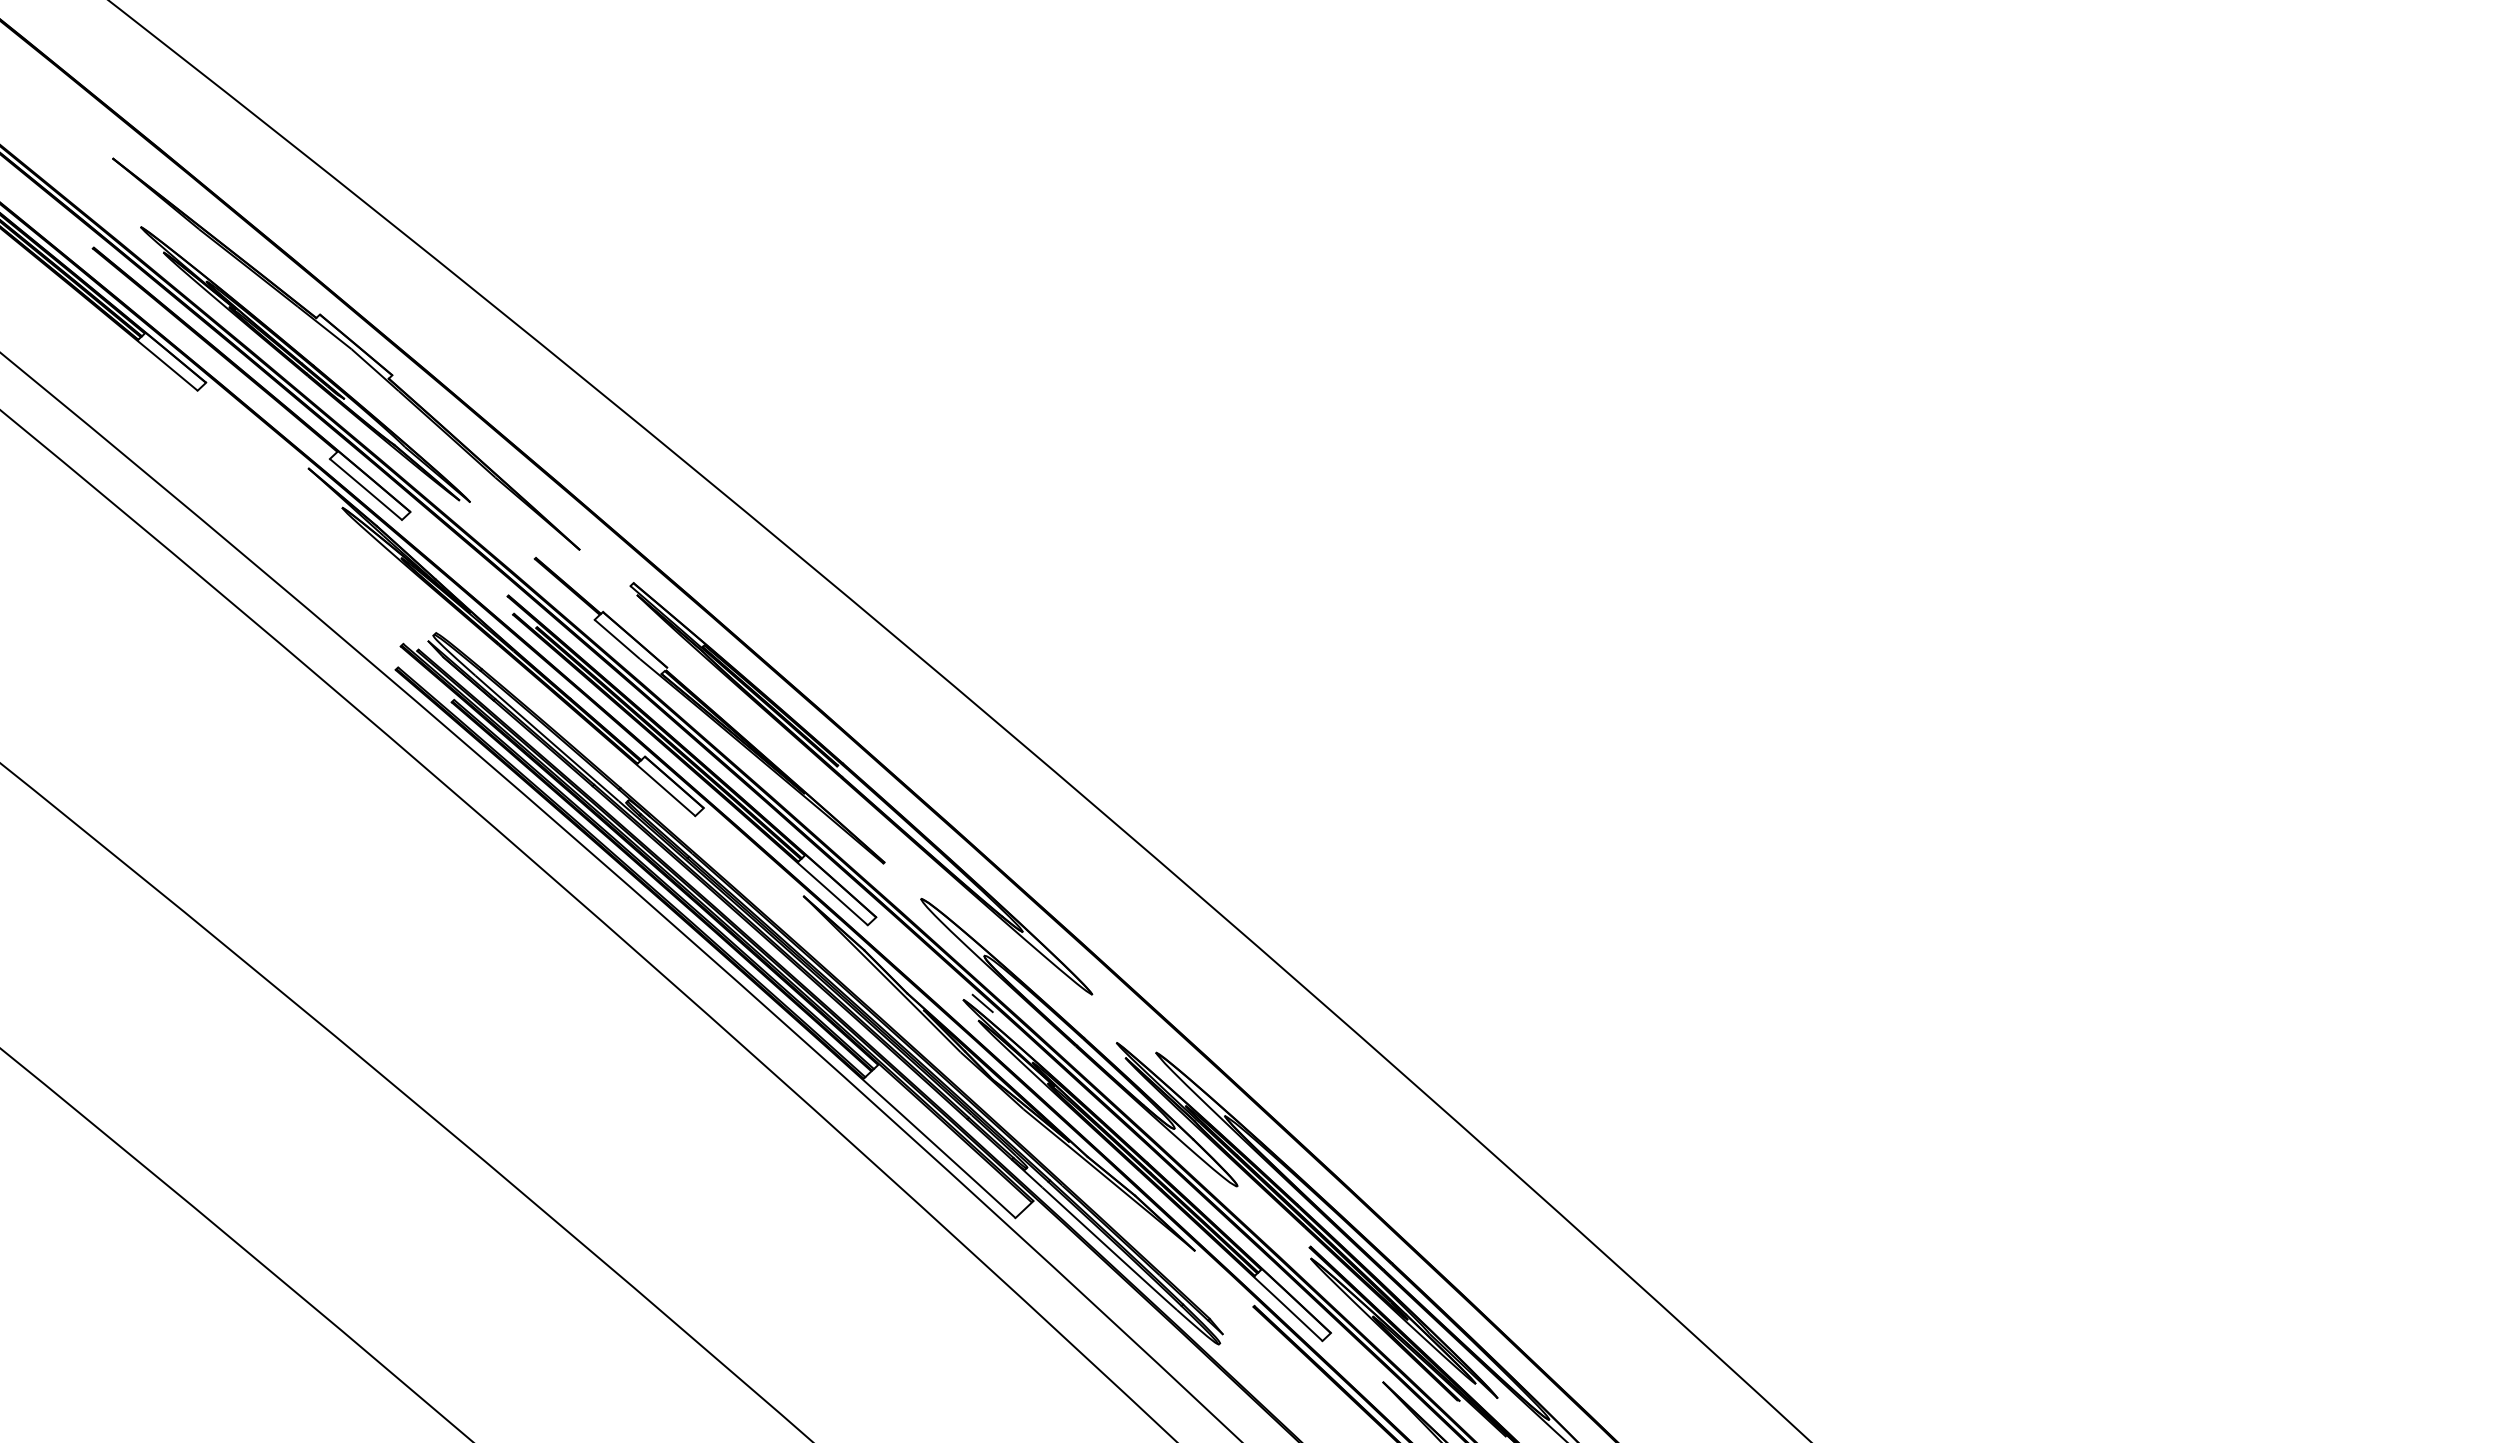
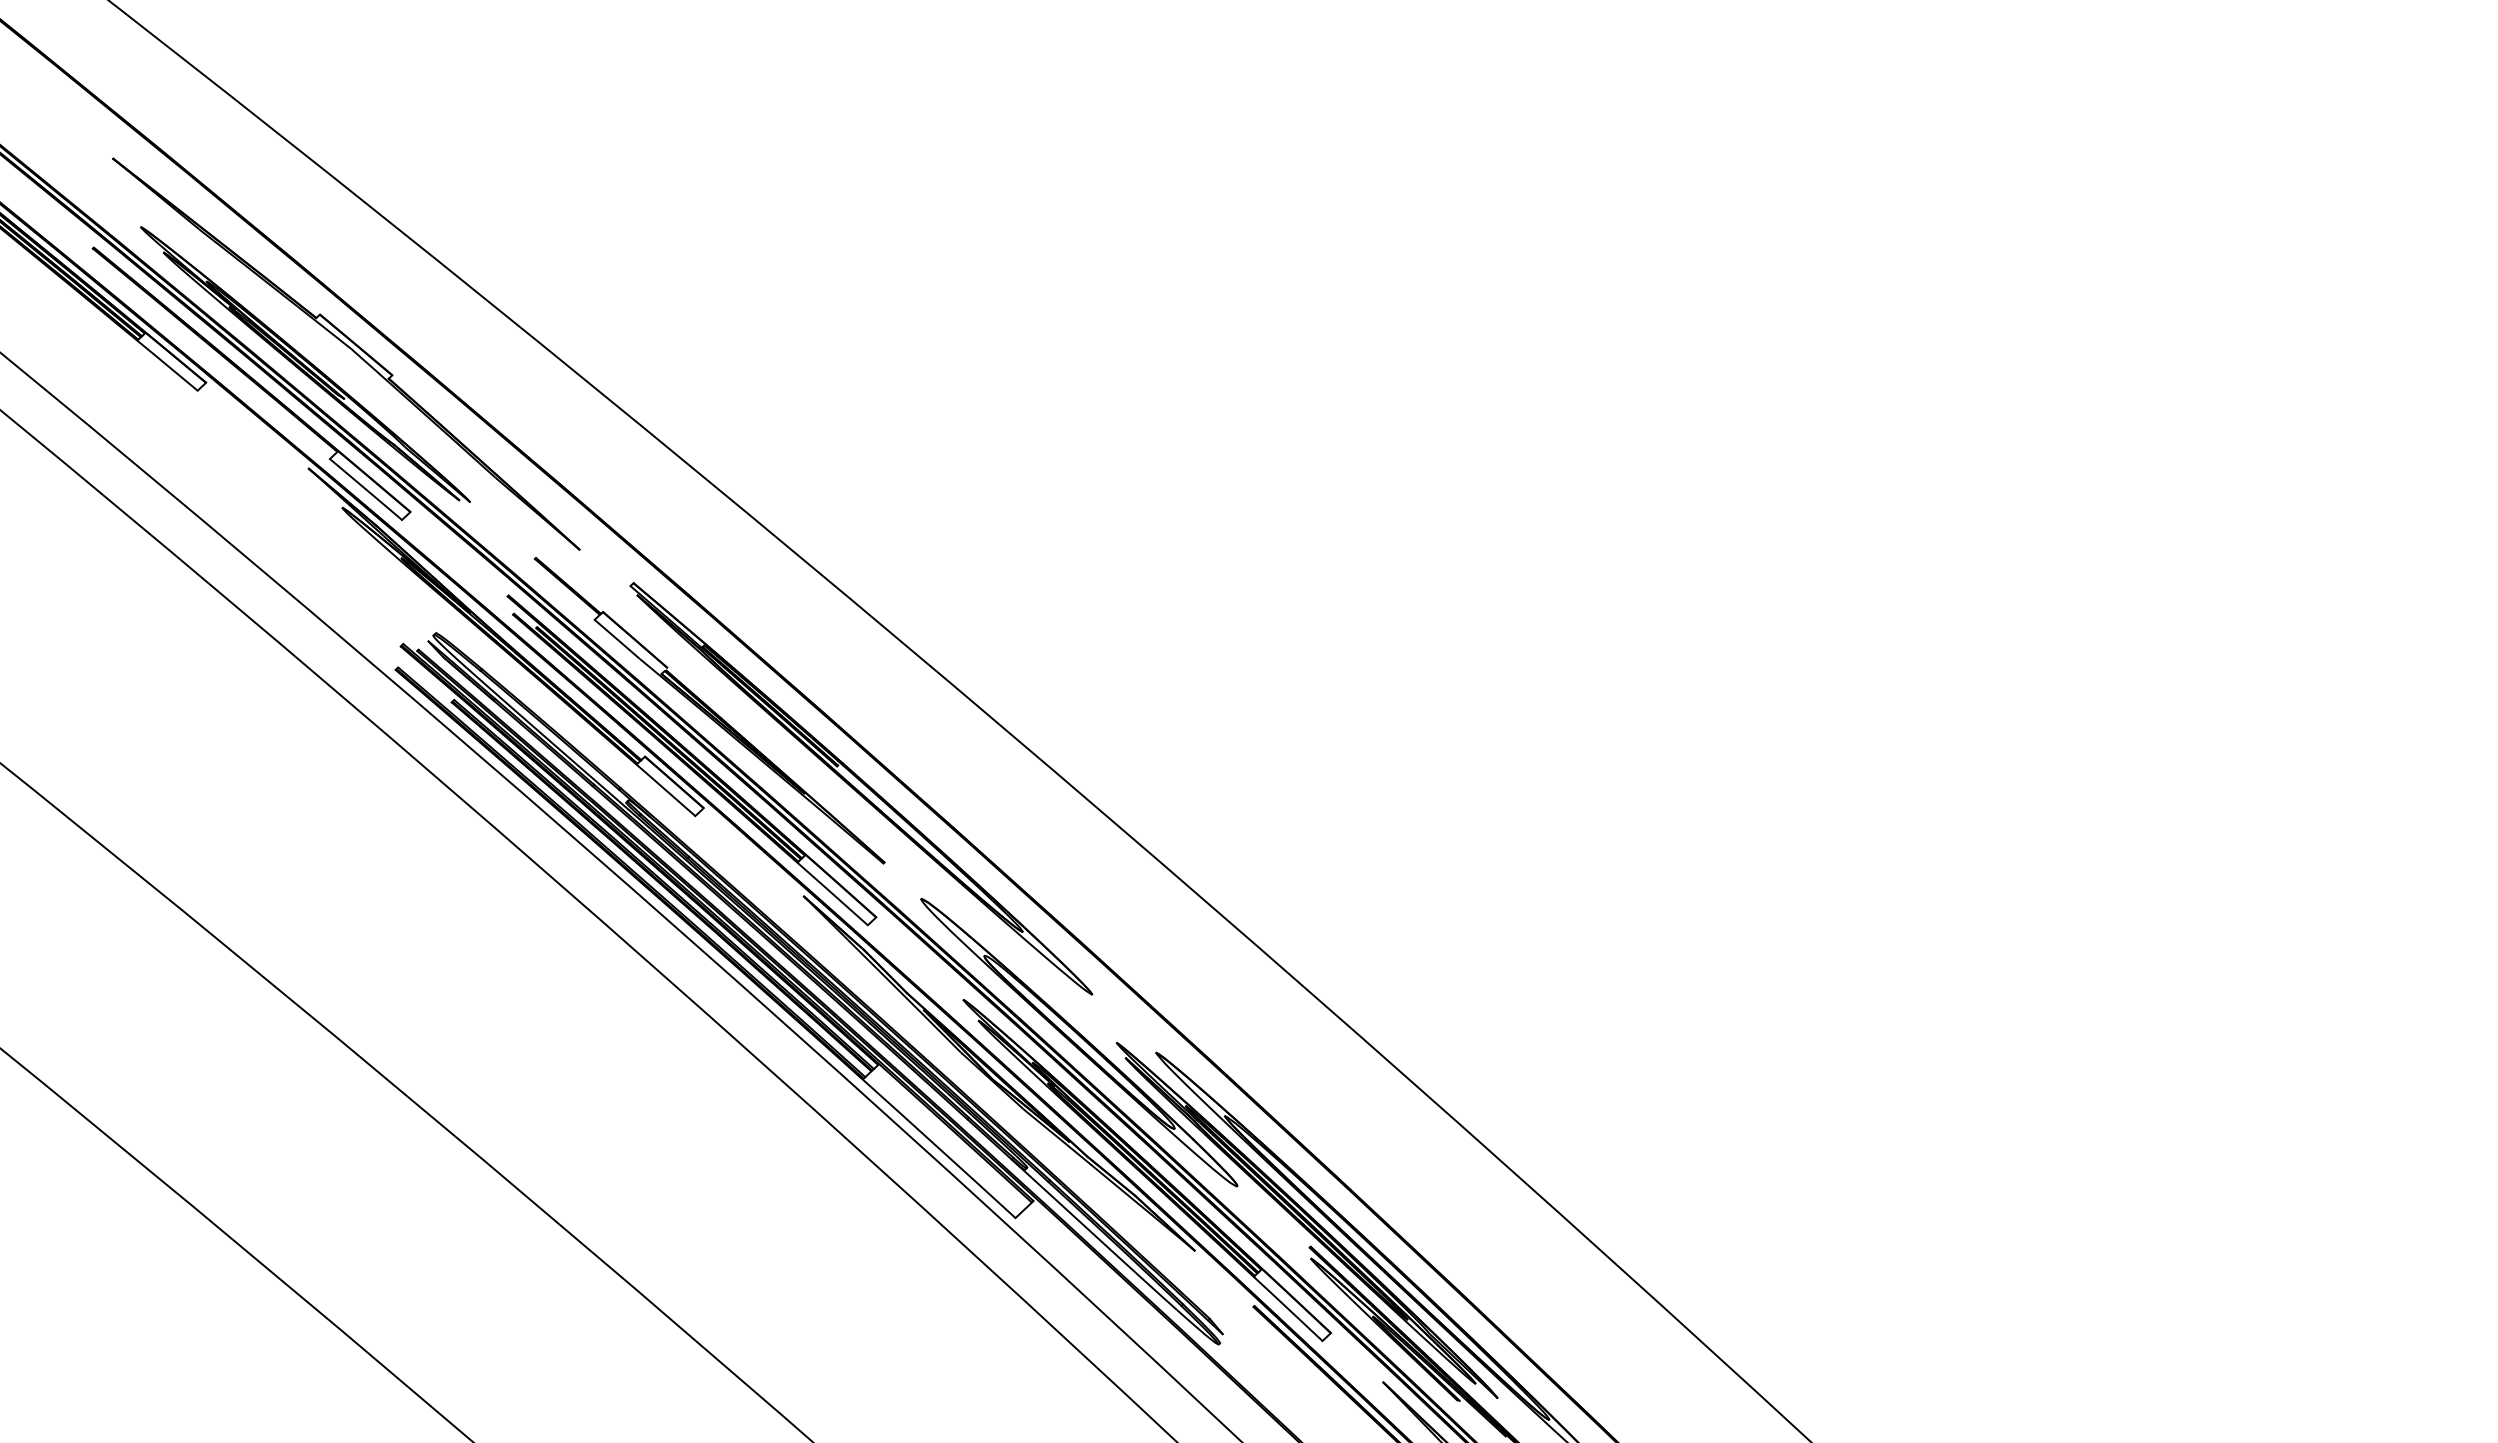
line at (982, 1003): present -> none
